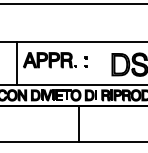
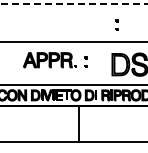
line at (74, 3): solid -> dashed
part at (116, 24): none -> present
line at (16, 62): present -> none
